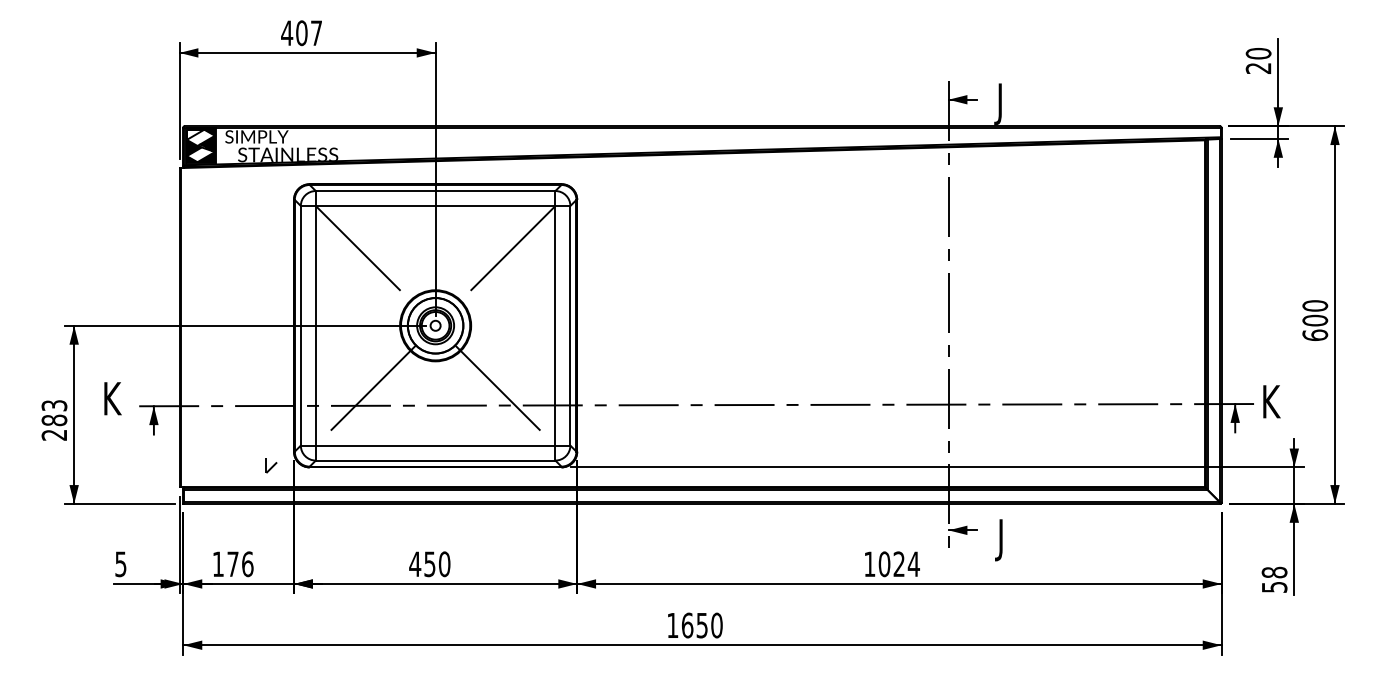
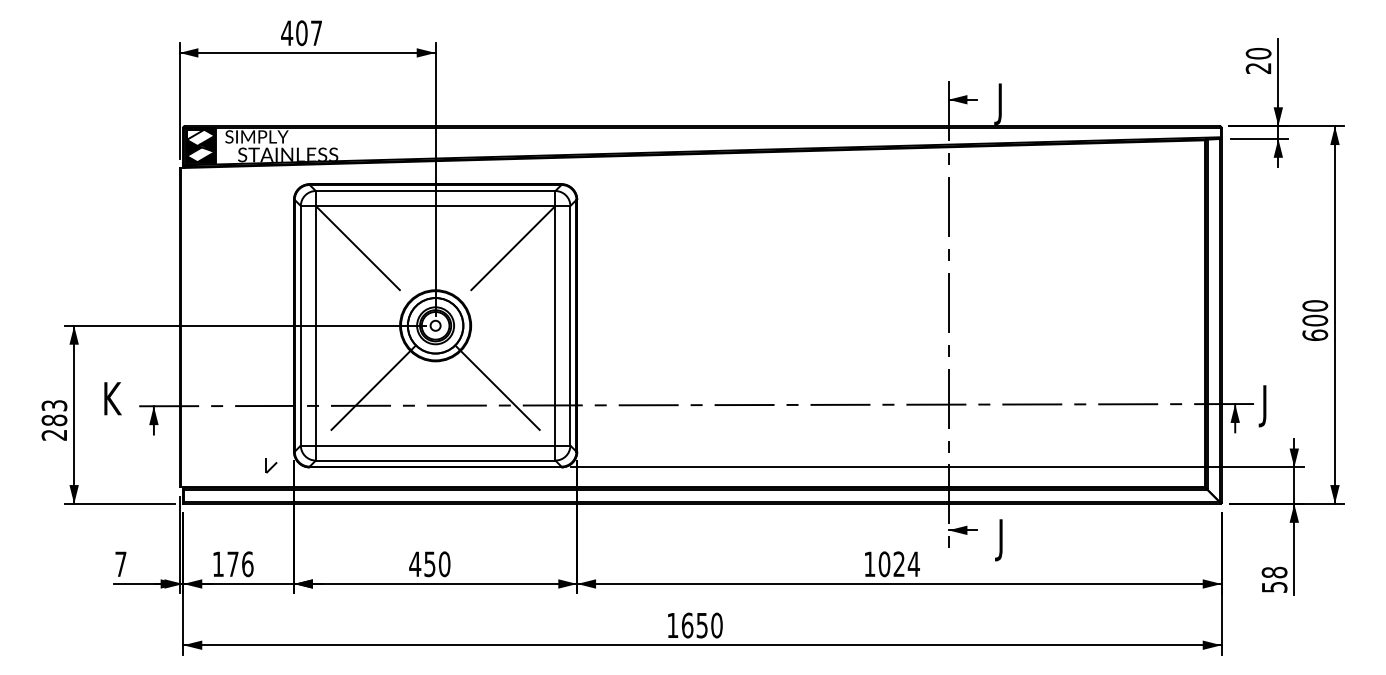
text at (1269, 406): K -> J
text at (120, 564): 5 -> 7
